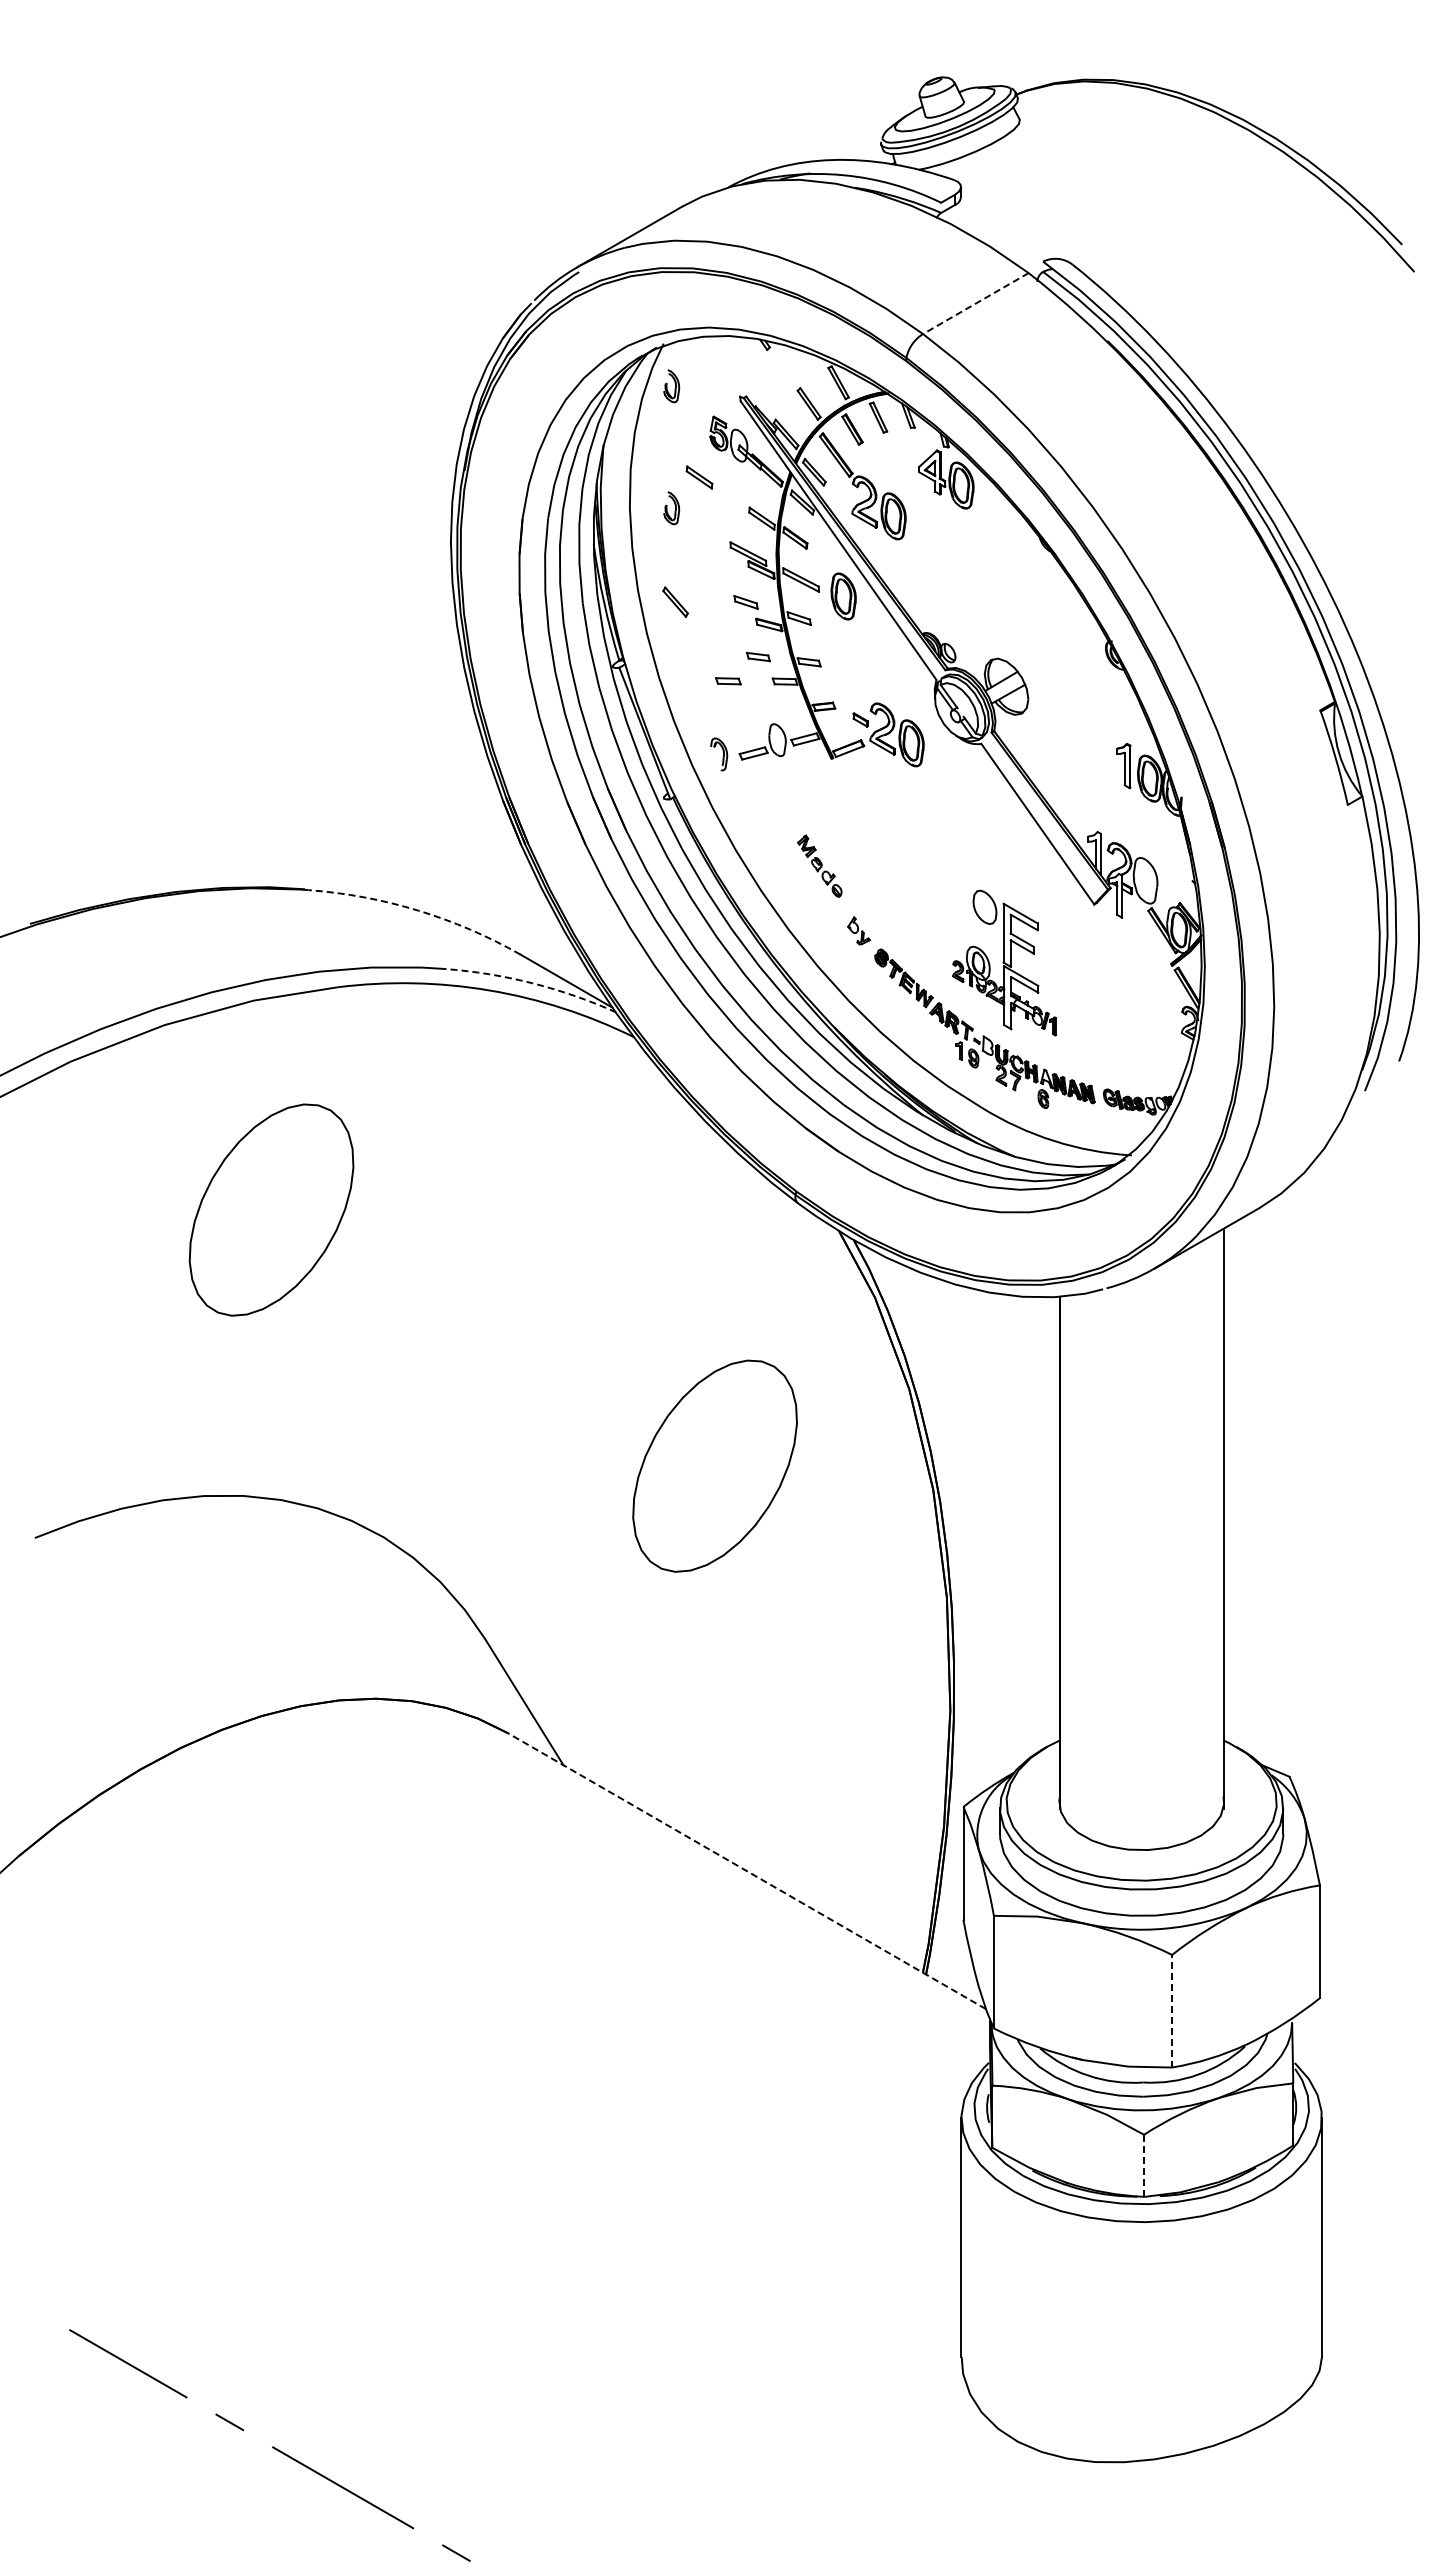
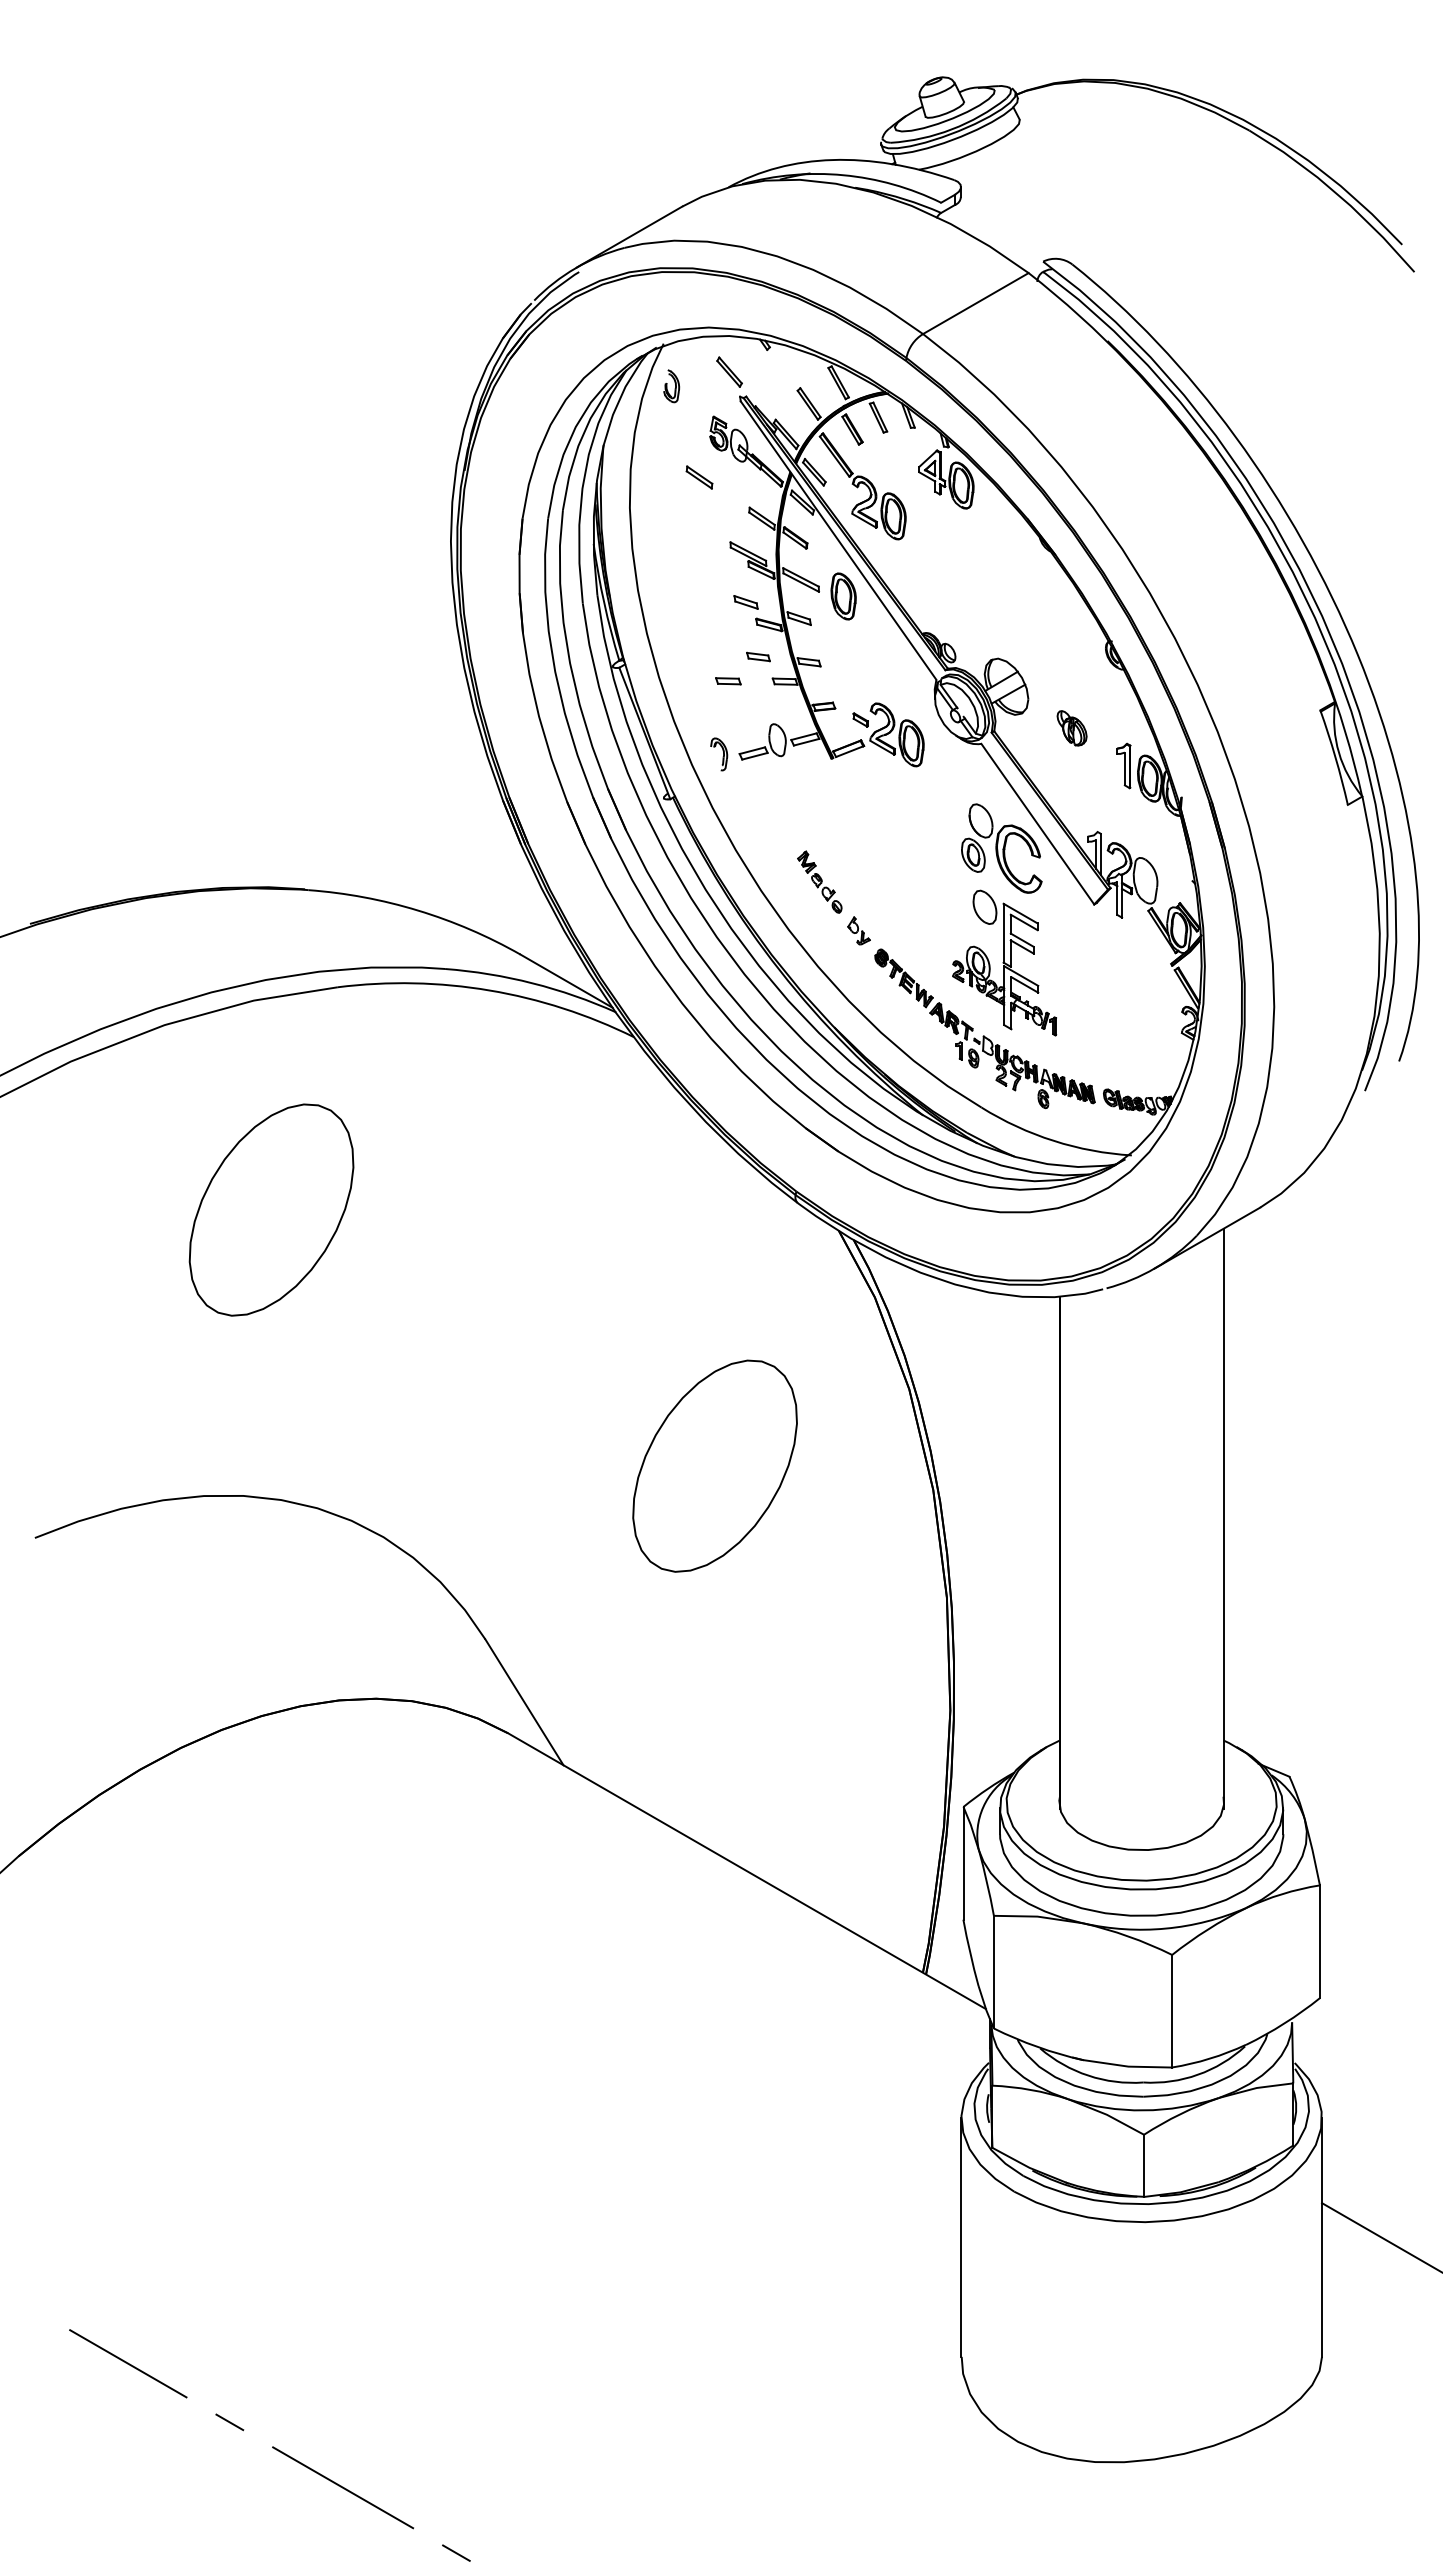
line at (975, 303): dashed -> solid
part at (671, 508): present -> none
part at (675, 601) position: (675, 601) -> (729, 371)
part at (1071, 728): none -> present
part at (1001, 848): none -> present
part at (819, 865) position: (819, 865) -> (819, 881)
arc at (418, 910): dashed -> solid
arc at (532, 983): dashed -> solid
line at (746, 1871): dashed -> solid
line at (1172, 2010): dashed -> solid
line at (1144, 2165): dashed -> solid
line at (1380, 2237): none -> present
